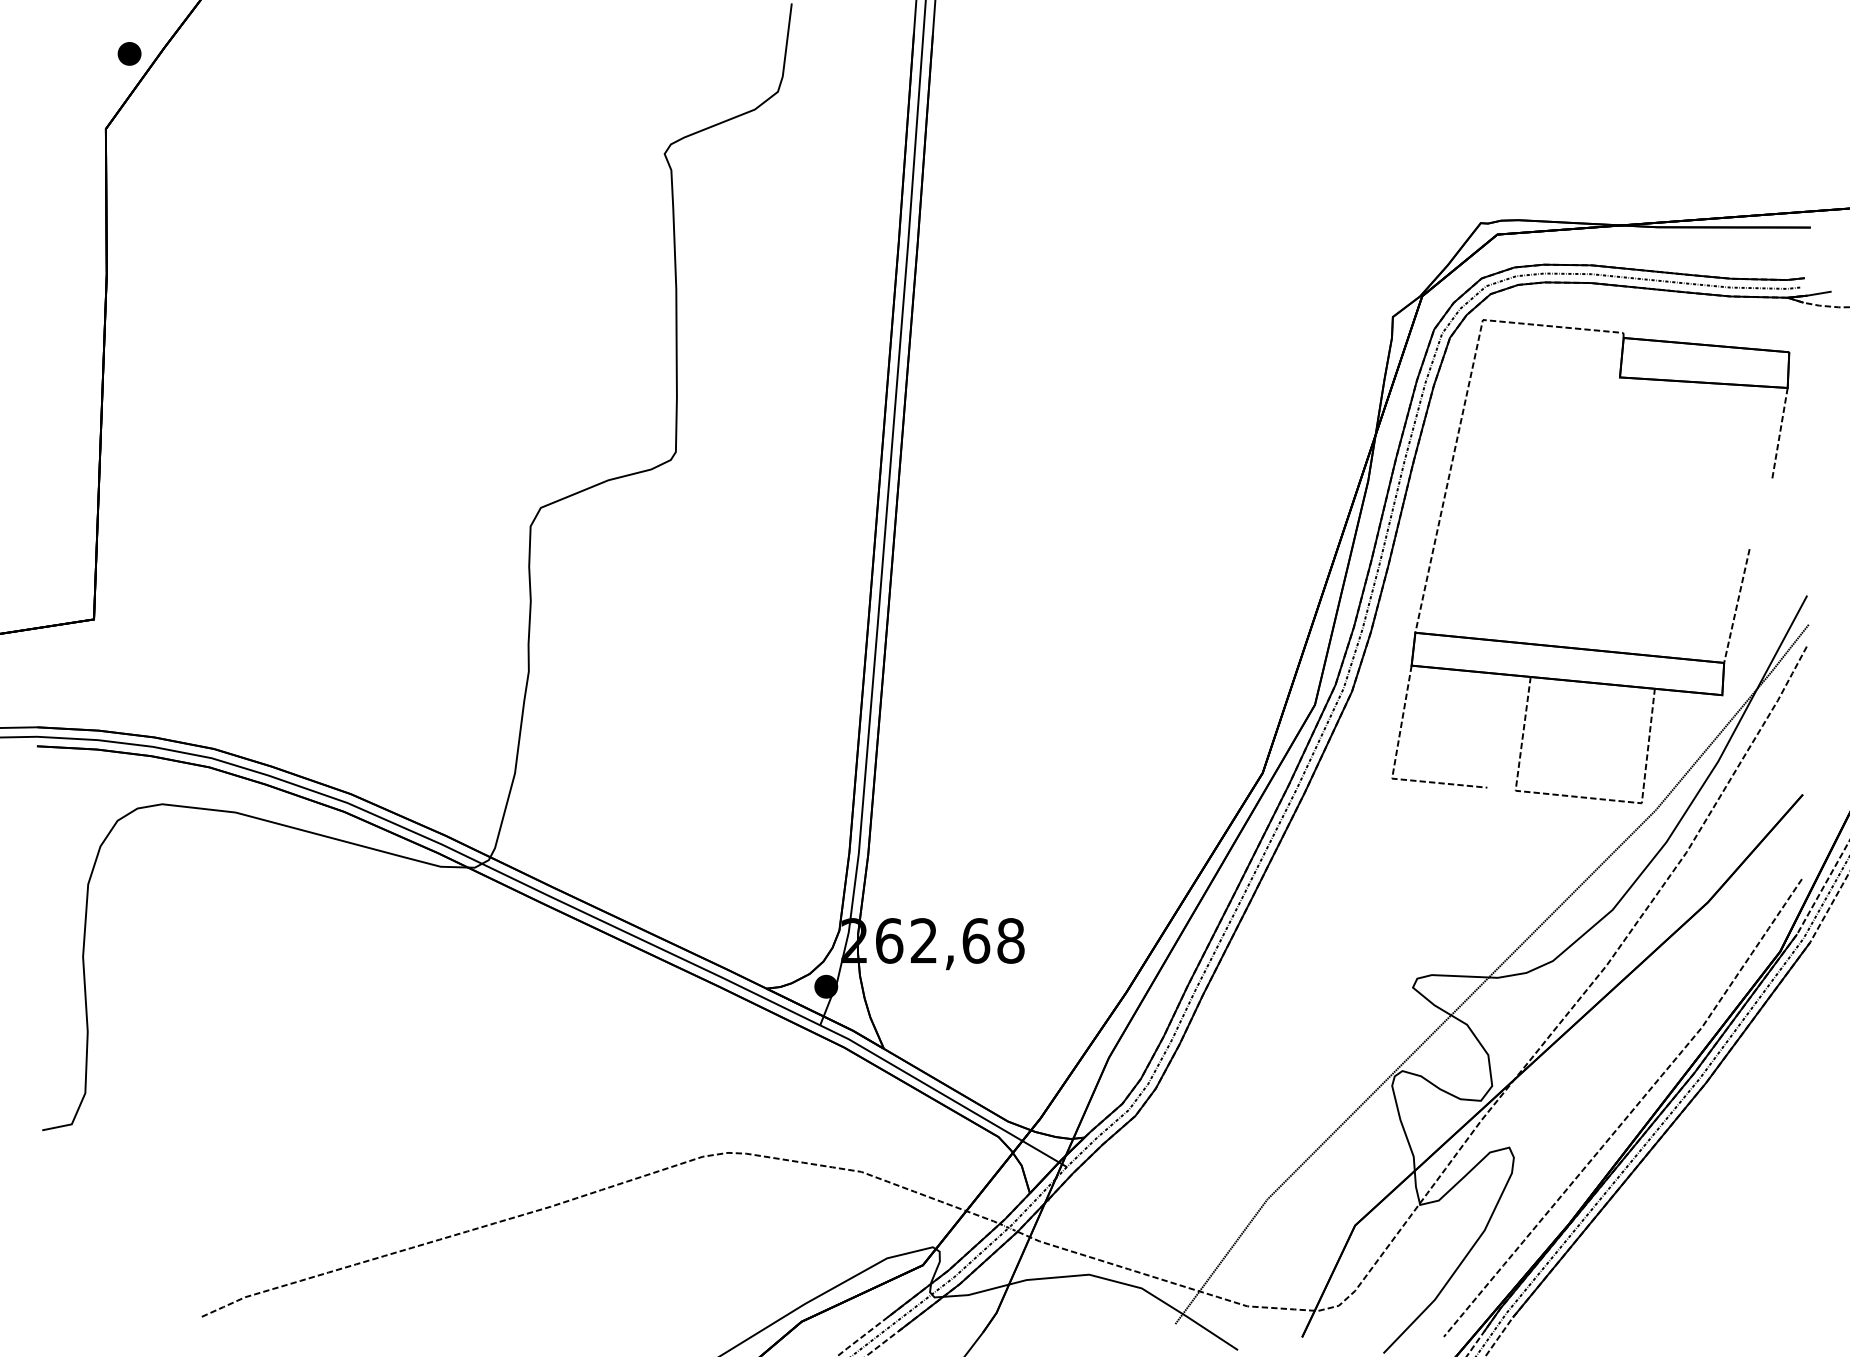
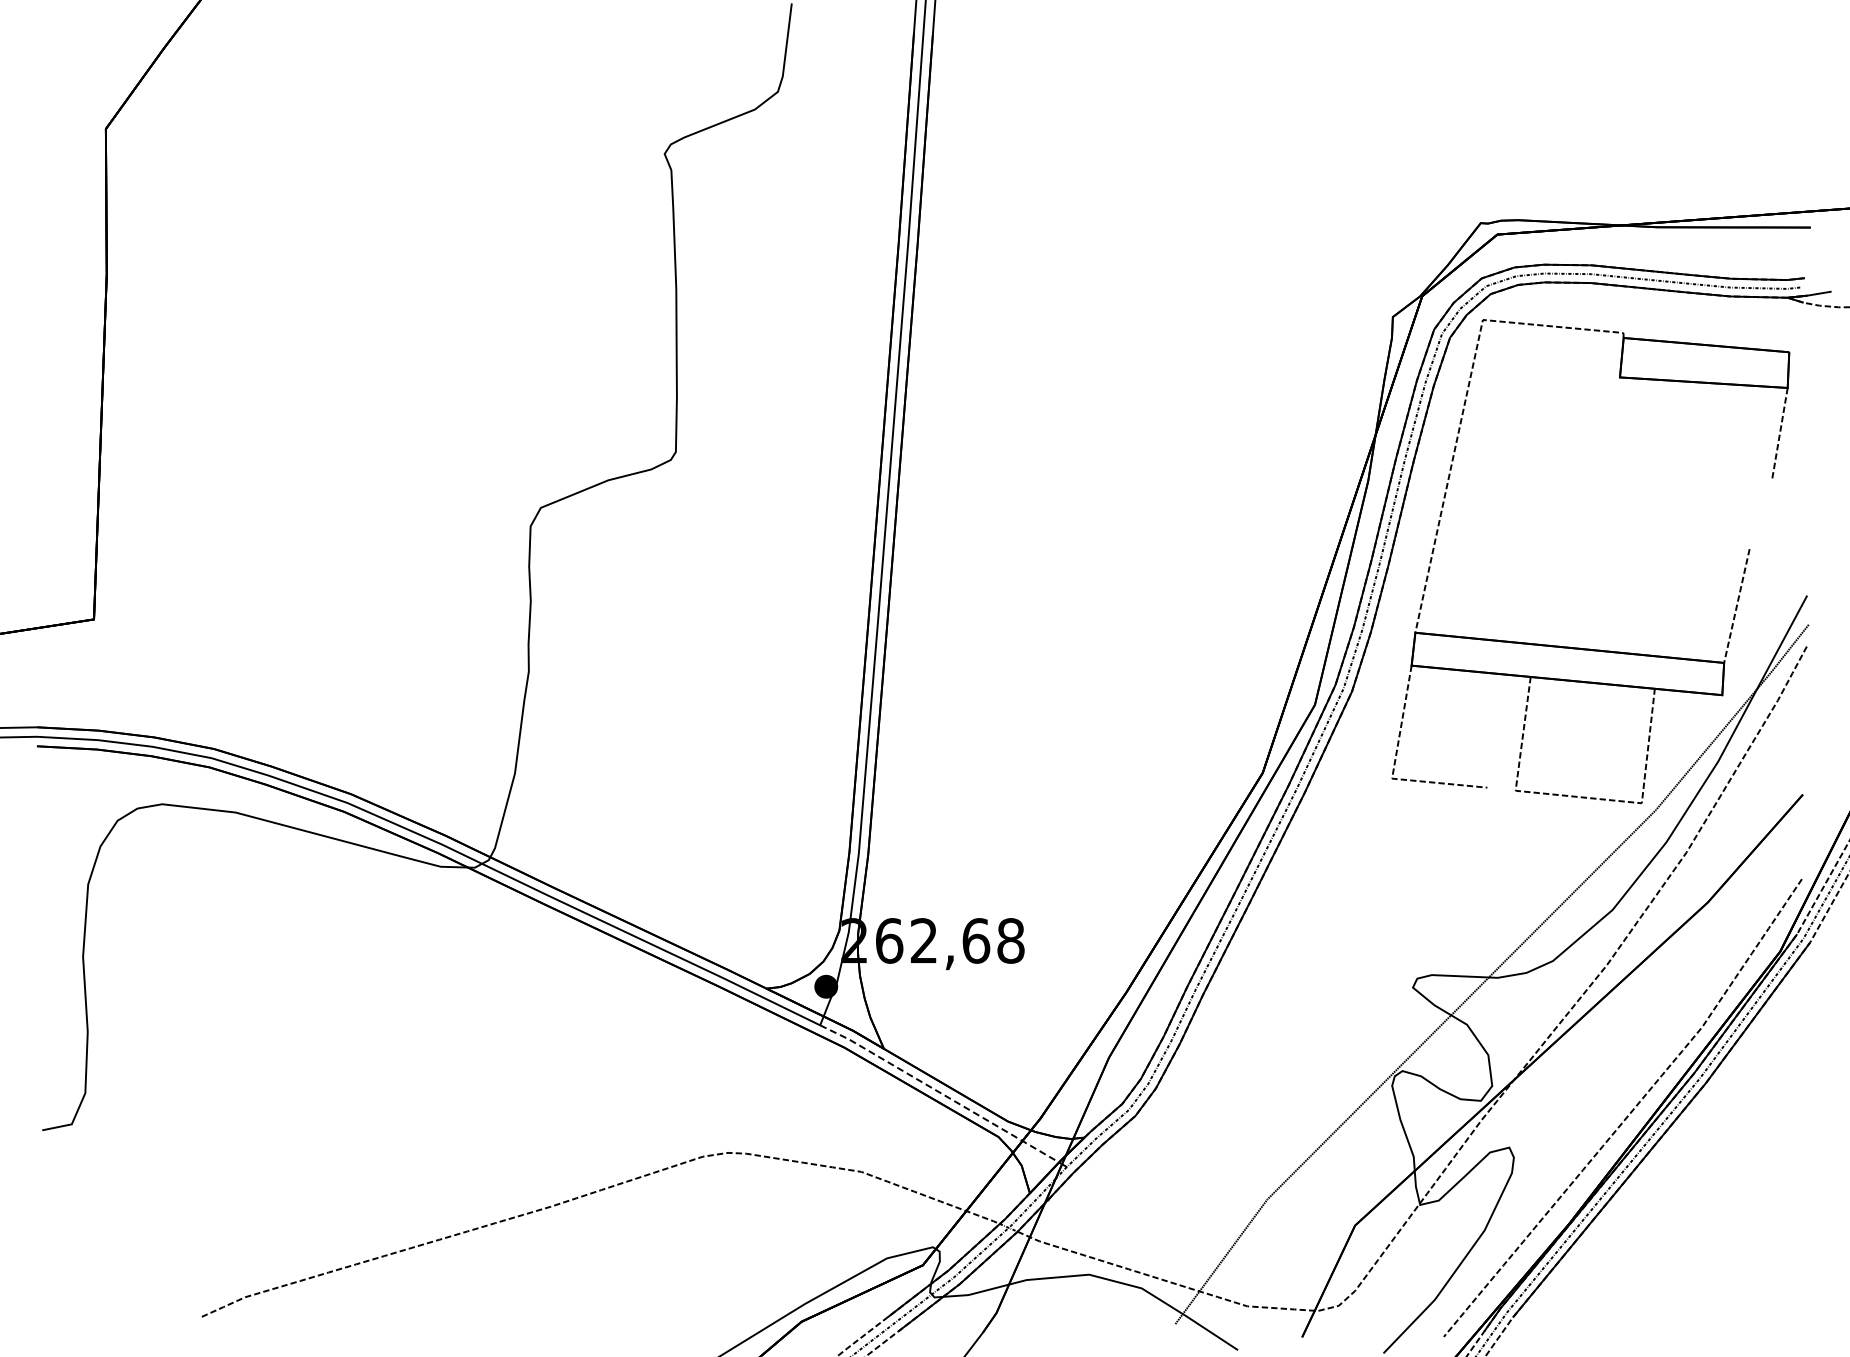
part at (129, 53): present -> none
line at (940, 1092): solid -> dashed
